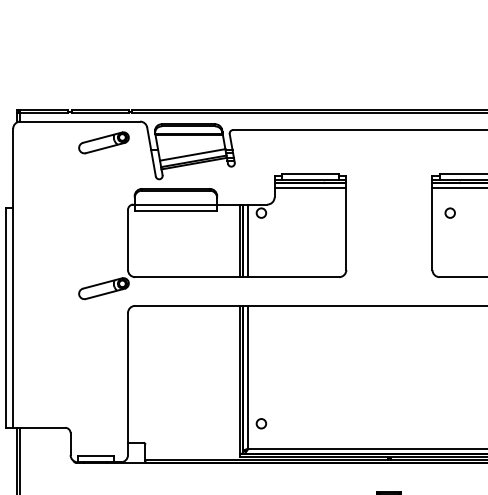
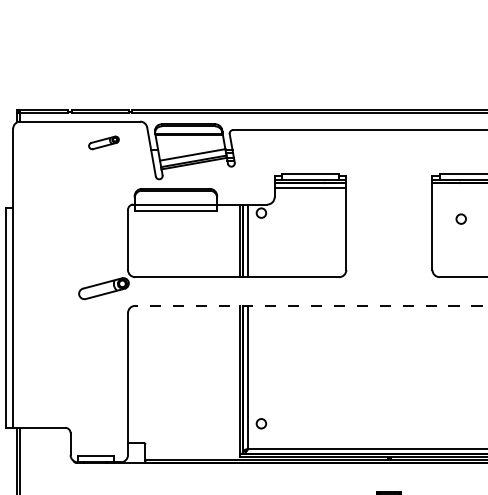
part at (103, 142) size: 52x24 px -> 32x16 px
line at (458, 188): present -> none
circle at (449, 212) position: (449, 212) -> (460, 218)
line at (311, 305): solid -> dashed
